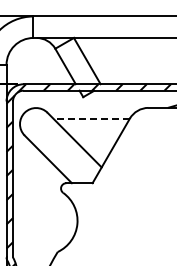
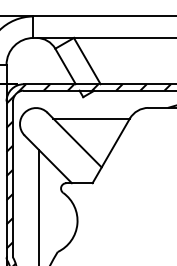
line at (91, 118): dashed -> solid
line at (38, 205): none -> present
